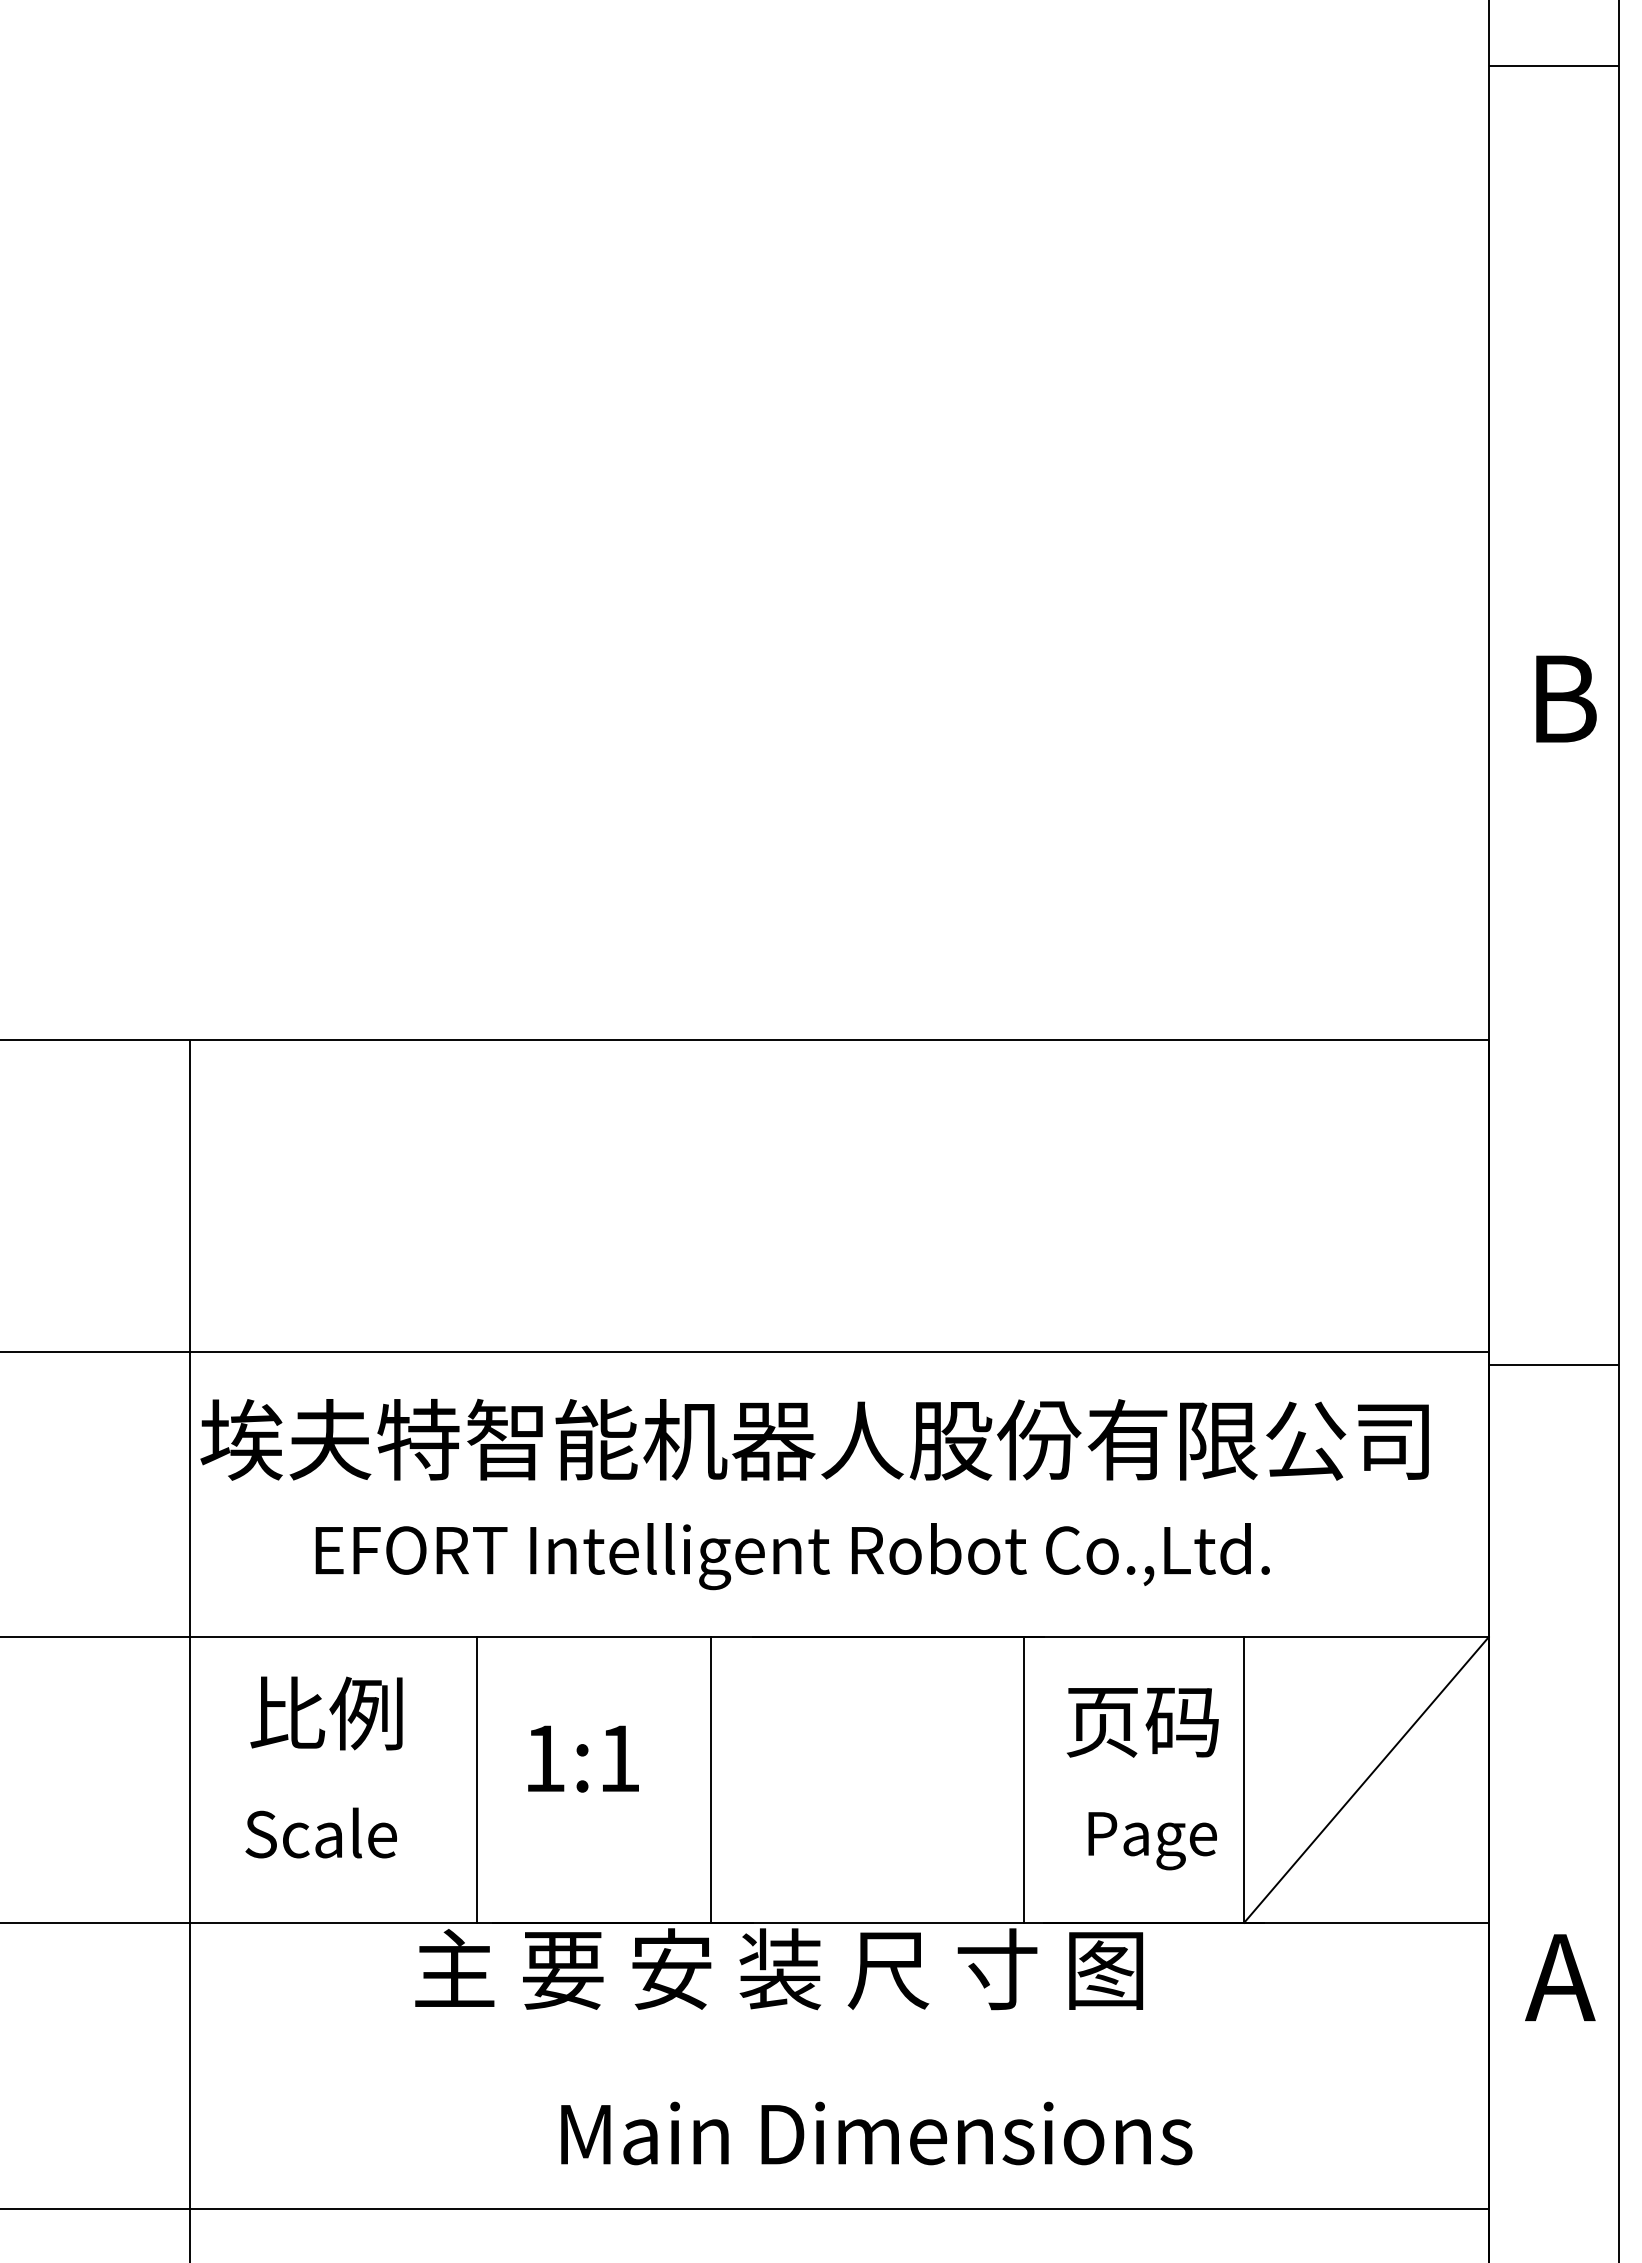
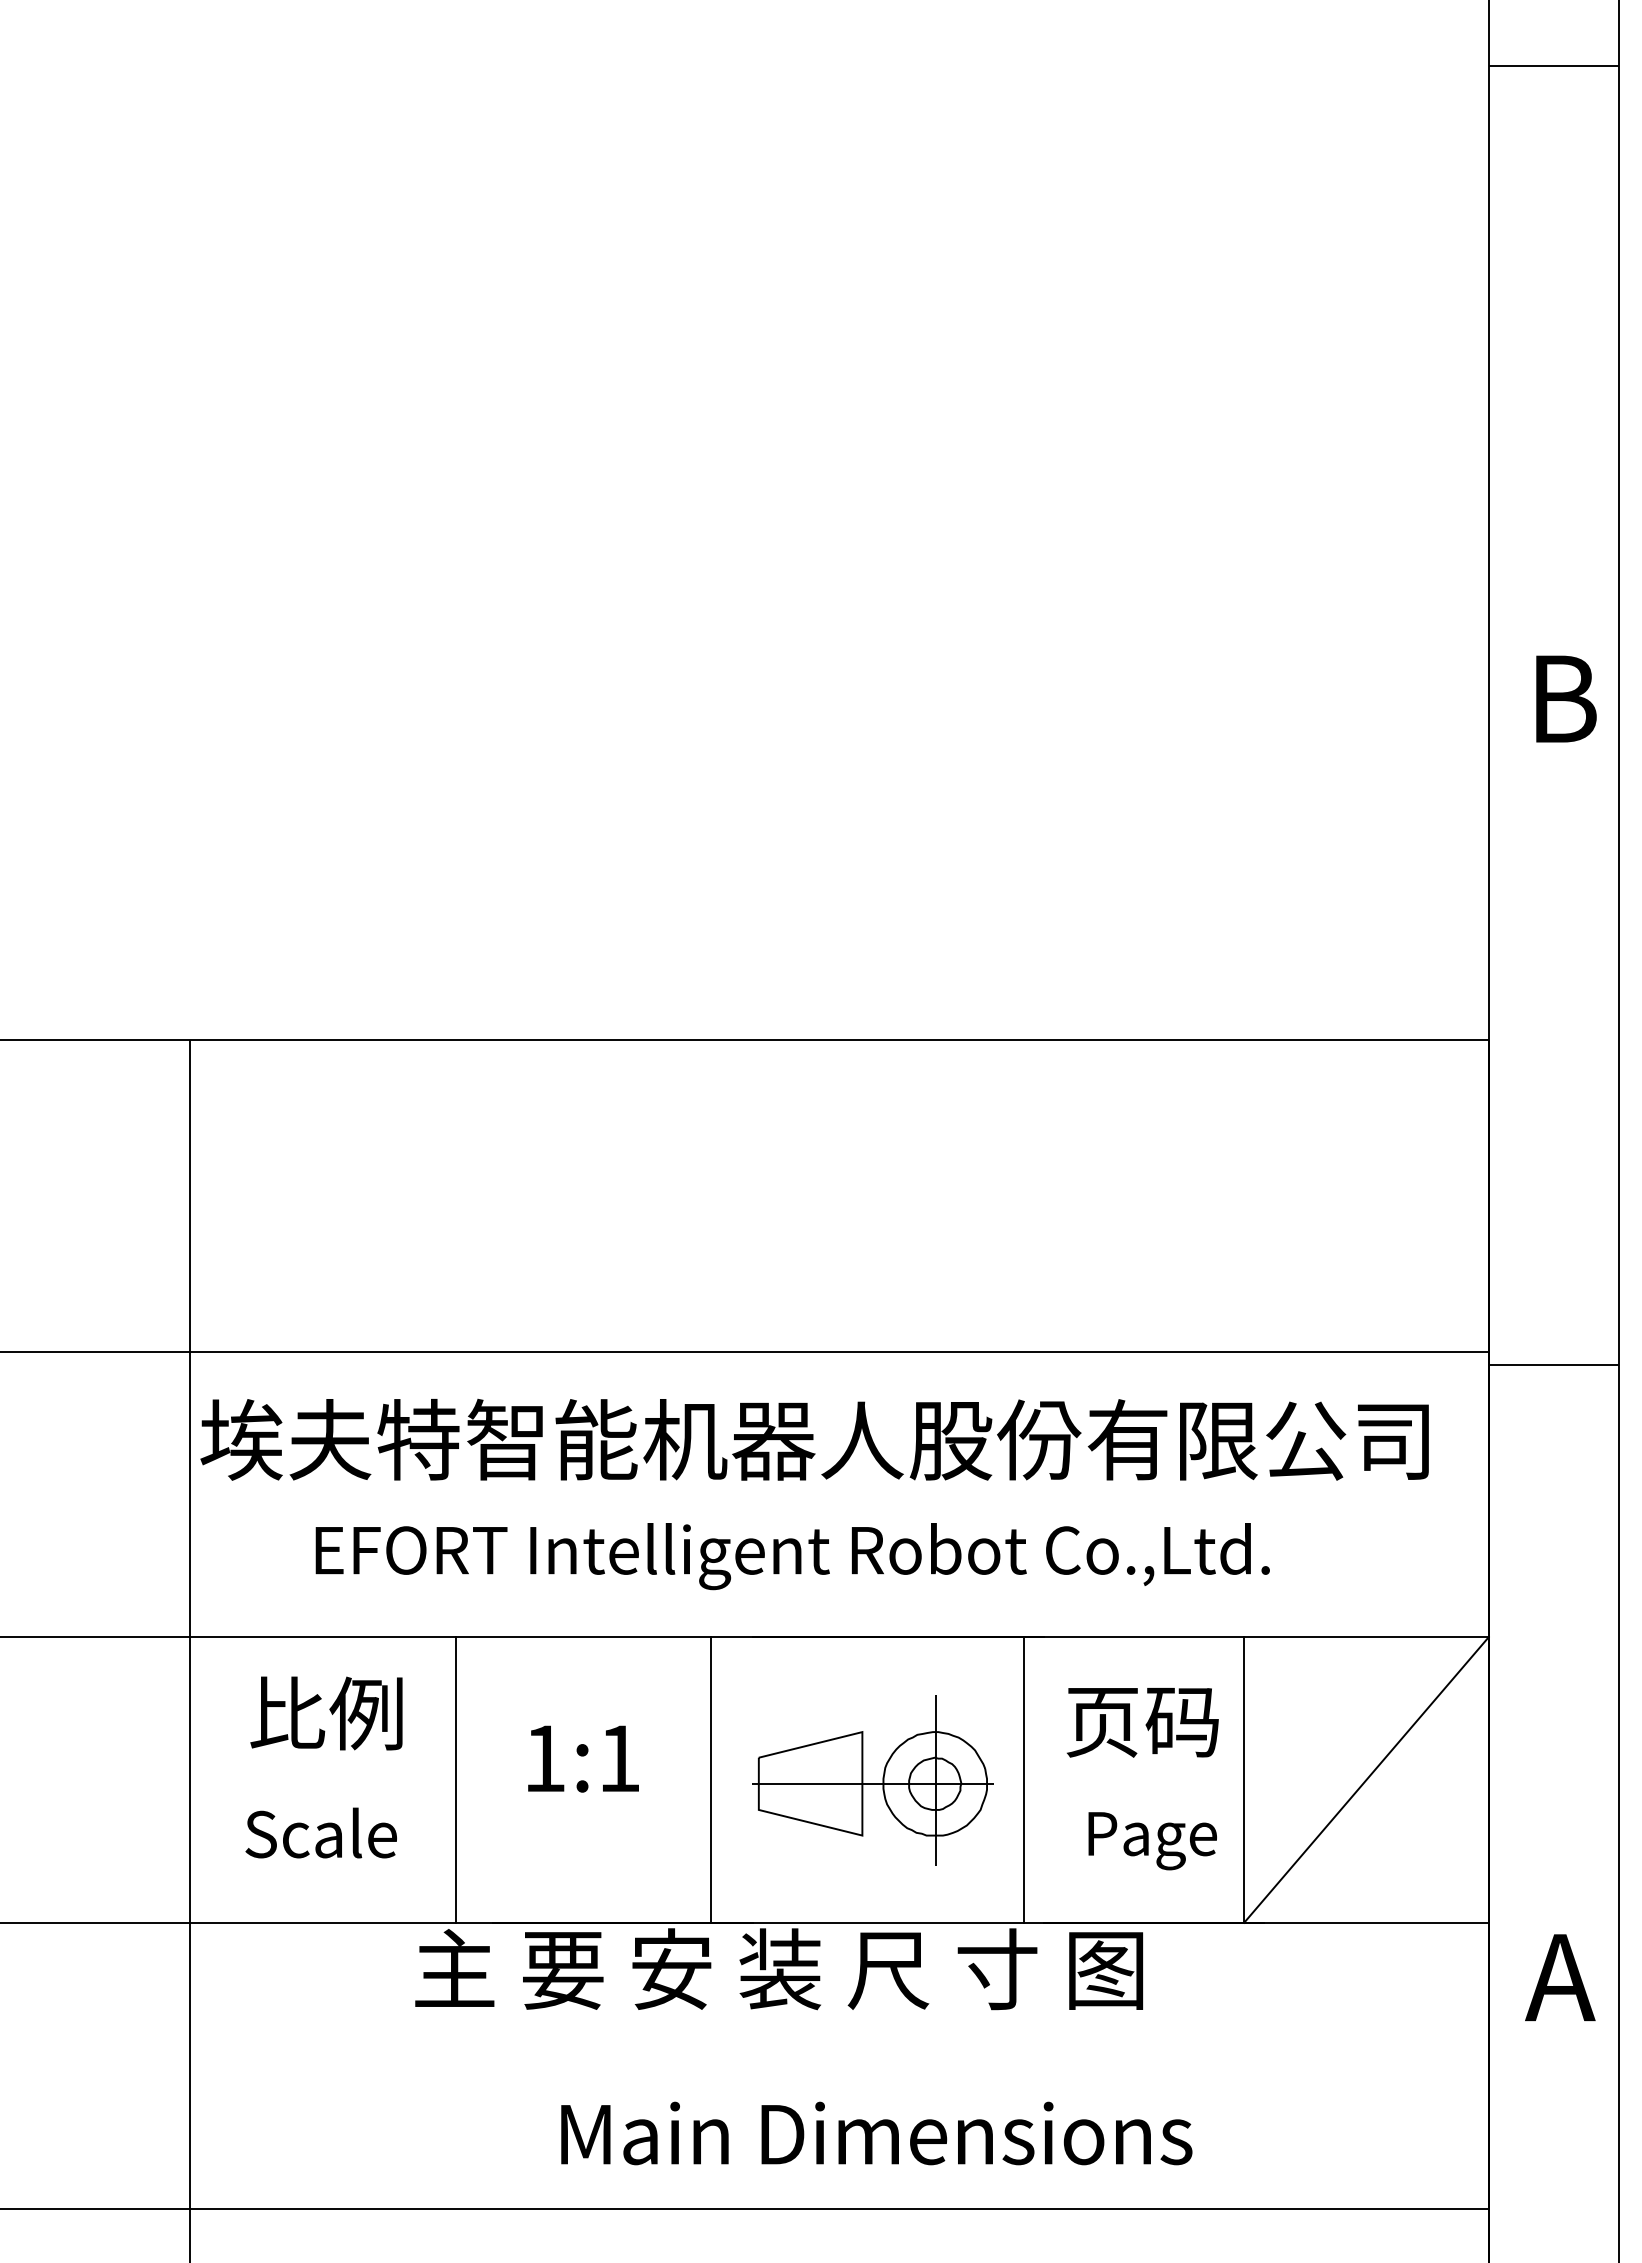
line at (477, 1779) position: (477, 1779) -> (456, 1779)
part at (872, 1780): none -> present
